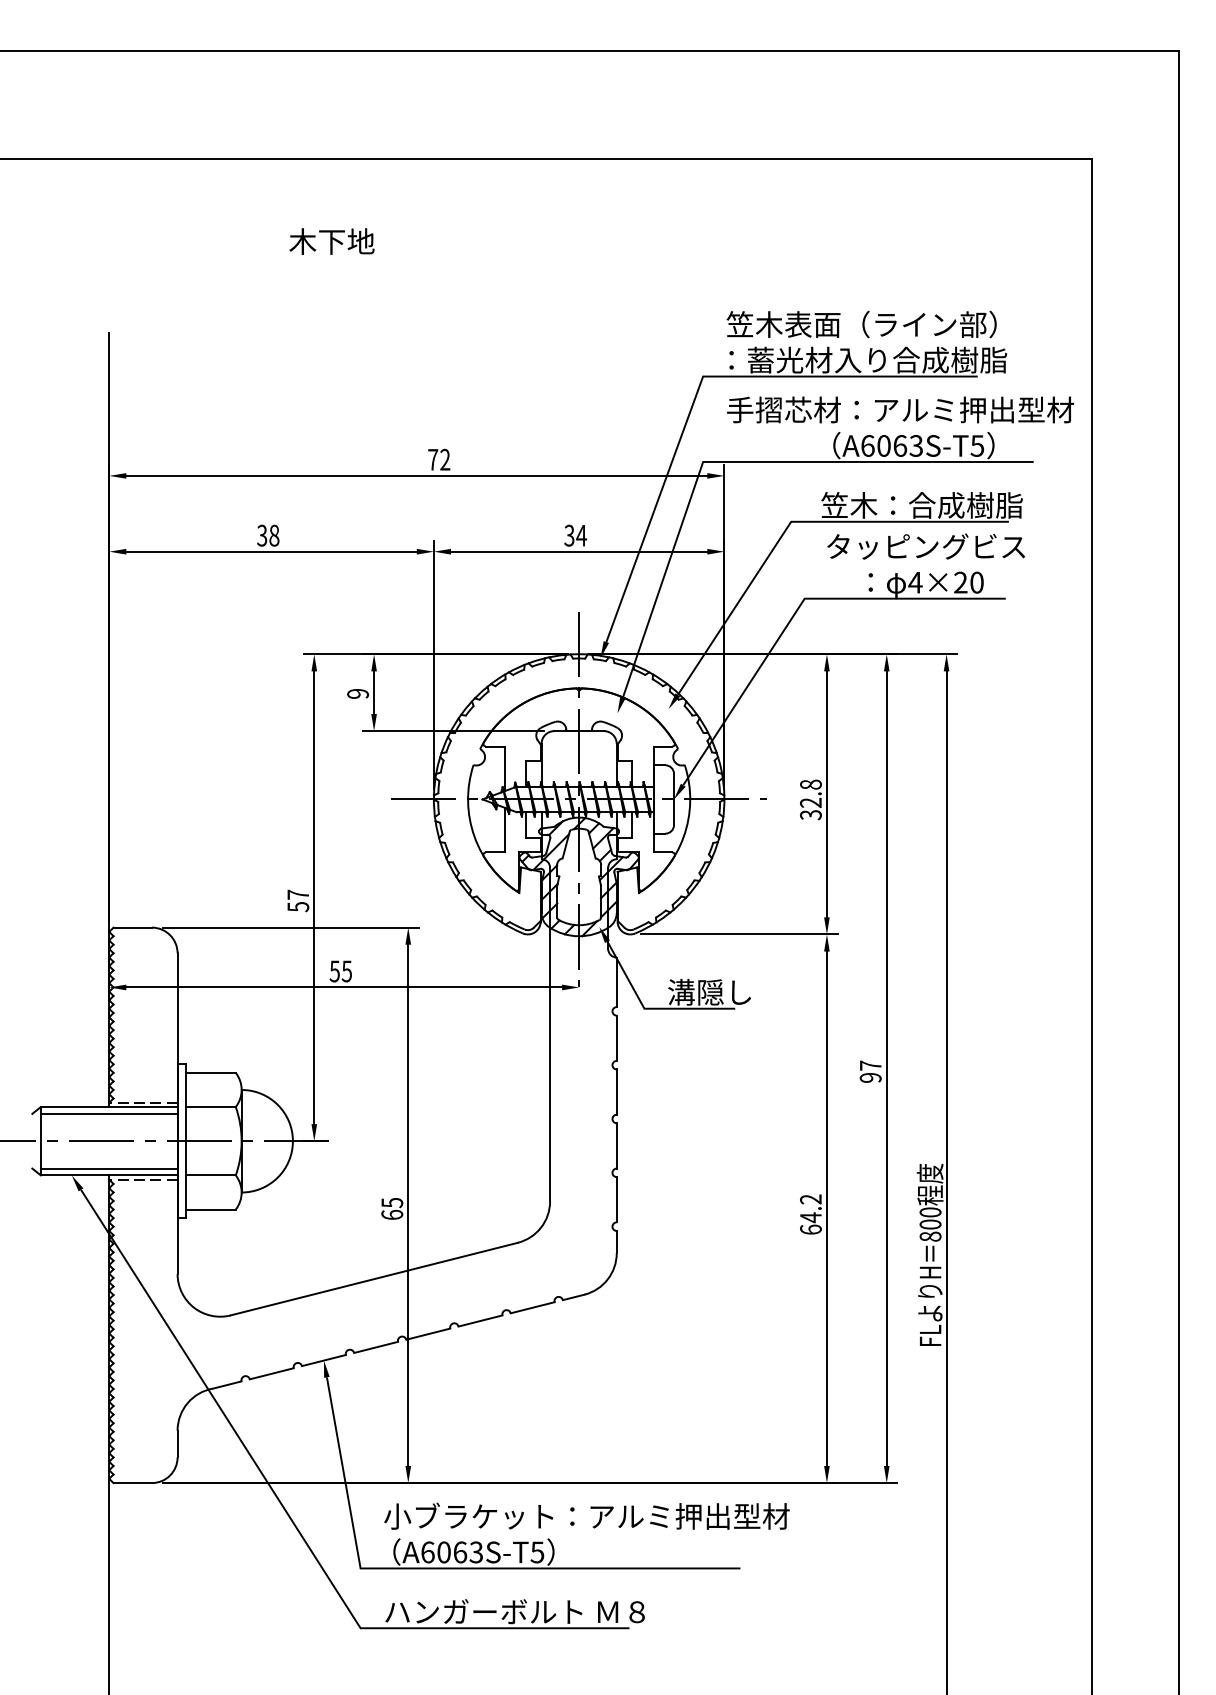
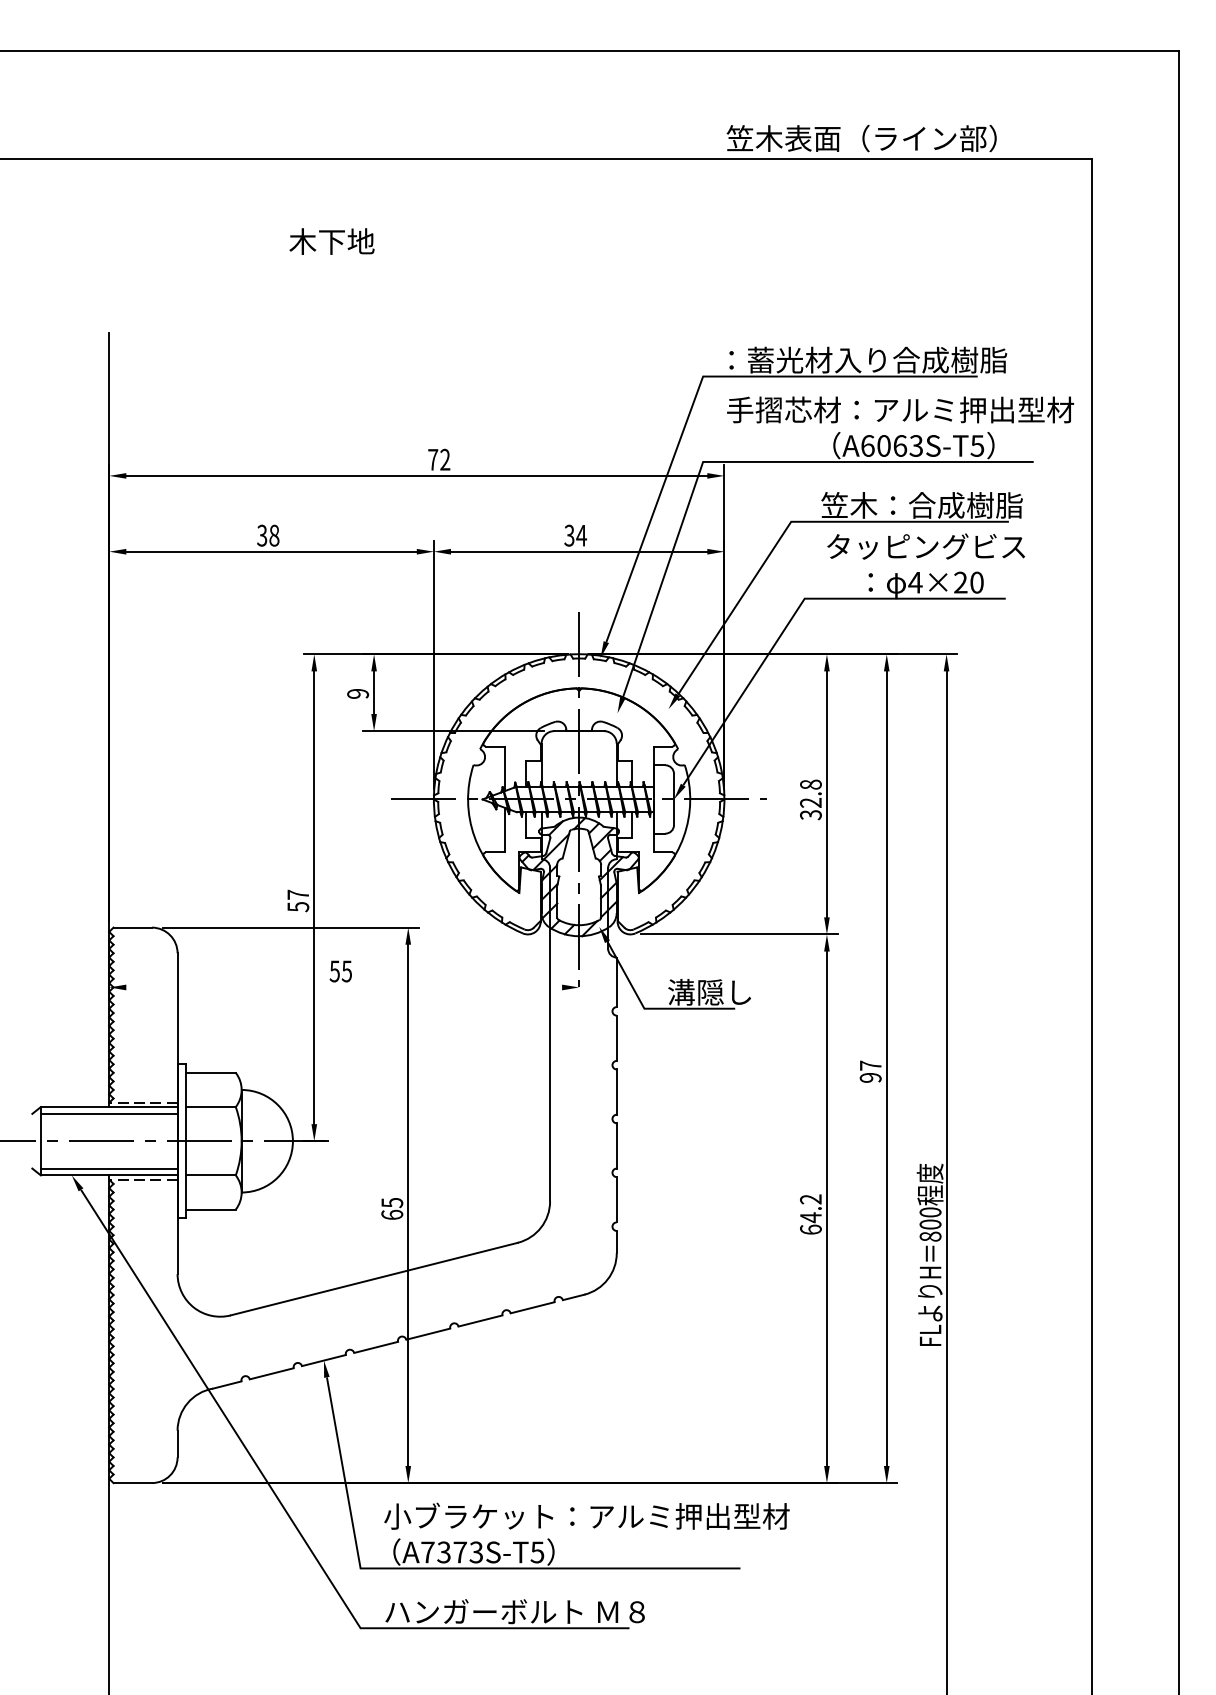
text at (861, 324) position: (861, 324) -> (861, 138)
line at (344, 987): present -> none
text at (444, 1552): A6063S-T5 -> A7373S-T5
